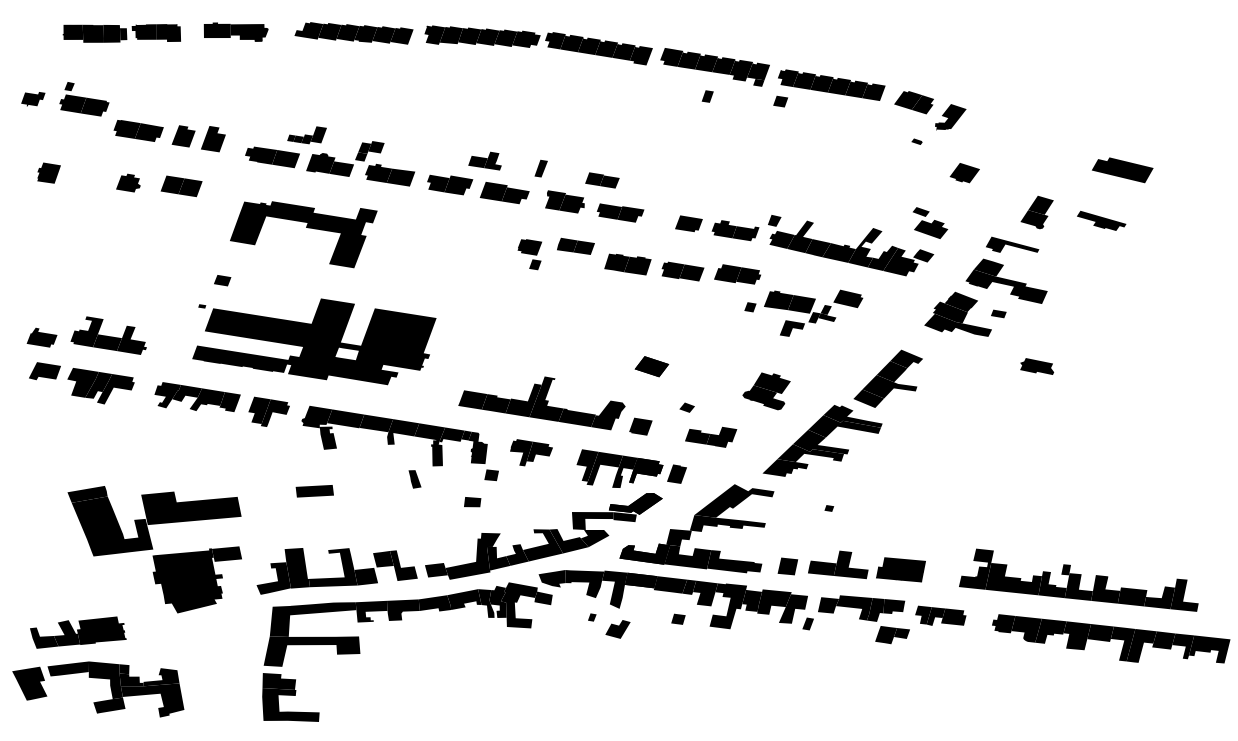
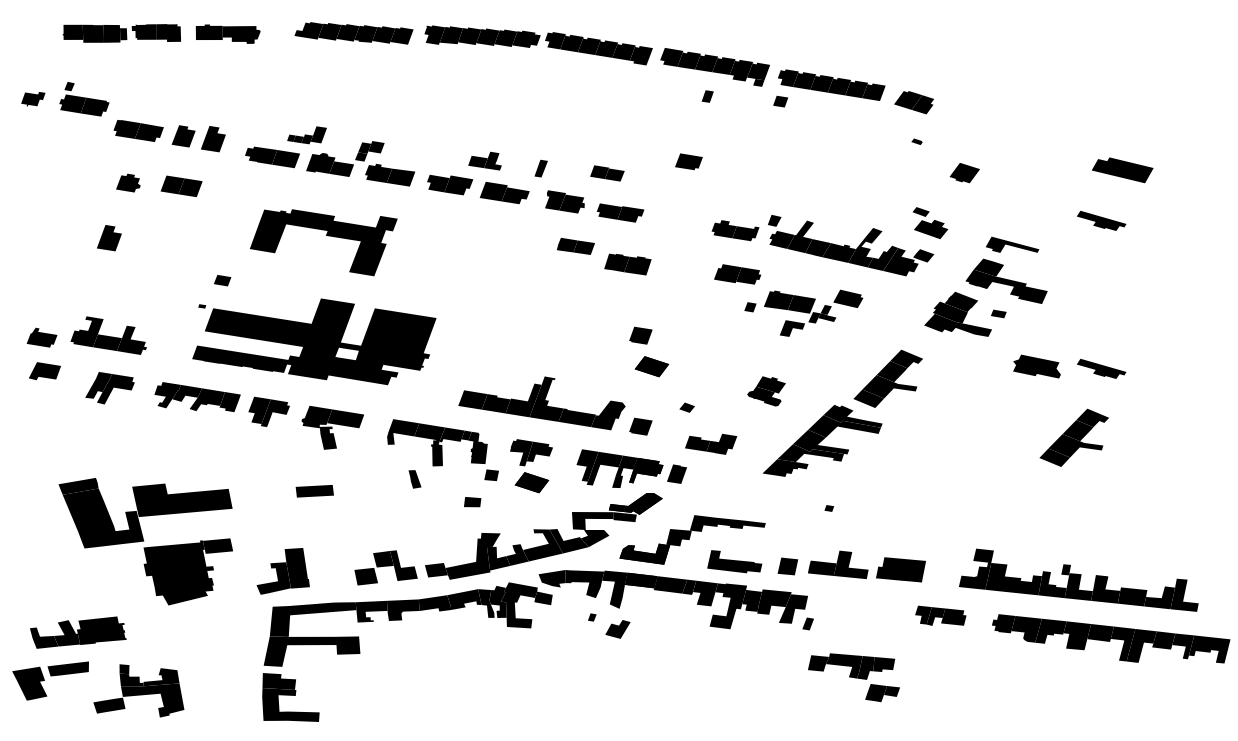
part at (235, 31) position: (235, 31) -> (227, 33)
fill at (950, 116): present -> none
fill at (49, 172): present -> none
part at (602, 180) position: (602, 180) -> (607, 173)
part at (1036, 212): present -> none
part at (688, 223) position: (688, 223) -> (688, 161)
part at (306, 227) position: (306, 227) -> (326, 235)
part at (109, 238): none -> present
part at (529, 254): present -> none
part at (682, 271): present -> none
part at (640, 335): none -> present
part at (1037, 366) size: 35x17 px -> 48x25 px
part at (1101, 368): none -> present
fill at (82, 382): present -> none
part at (766, 391) size: 49x39 px -> 39x31 px
fill at (376, 423): present -> none
part at (711, 436) position: (711, 436) -> (711, 443)
part at (1073, 437): none -> present
part at (531, 482): none -> present
fill at (734, 500): present -> none
part at (154, 549) position: (154, 549) -> (145, 541)
fill at (687, 557): present -> none
fill at (332, 567): present -> none
fill at (678, 618): present -> none
part at (863, 619) position: (863, 619) -> (853, 677)
fill at (105, 680): present -> none
